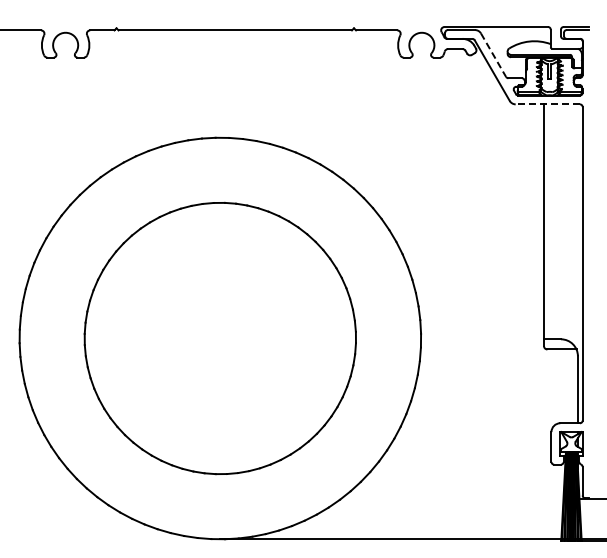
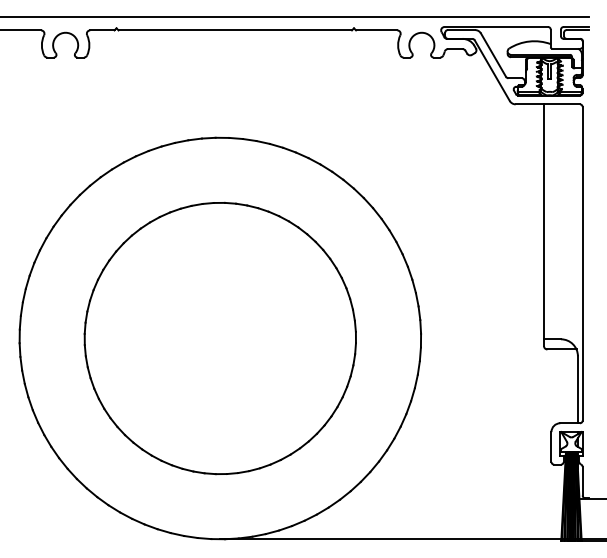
line at (295, 16): none -> present
line at (493, 55): dashed -> solid
line at (547, 104): dashed -> solid
